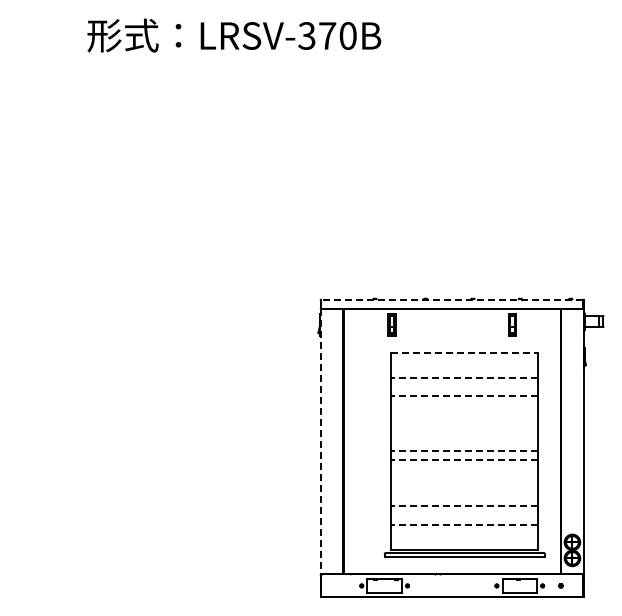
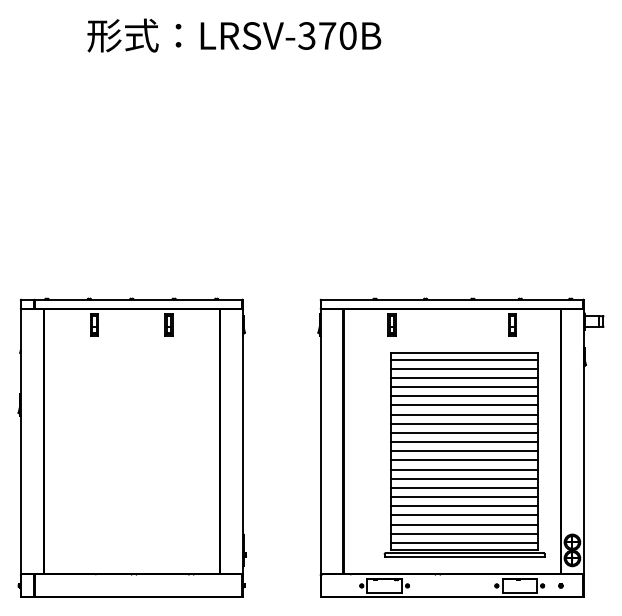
line at (452, 299): dashed -> solid
line at (465, 352): dashed -> solid
line at (464, 359): none -> present
line at (464, 368): none -> present
line at (464, 377): dashed -> solid
line at (464, 387): none -> present
line at (464, 396): dashed -> solid
line at (464, 405): none -> present
line at (464, 414): none -> present
line at (464, 423): none -> present
line at (464, 432): none -> present
line at (320, 441): dashed -> solid
line at (464, 442): none -> present
part at (131, 447): none -> present
line at (464, 451): dashed -> solid
line at (464, 460): dashed -> solid
line at (464, 469): none -> present
line at (464, 478): none -> present
line at (464, 487): none -> present
line at (464, 497): none -> present
line at (464, 506): dashed -> solid
line at (464, 515): none -> present
line at (464, 524): dashed -> solid
line at (464, 533): none -> present
line at (464, 542): none -> present
